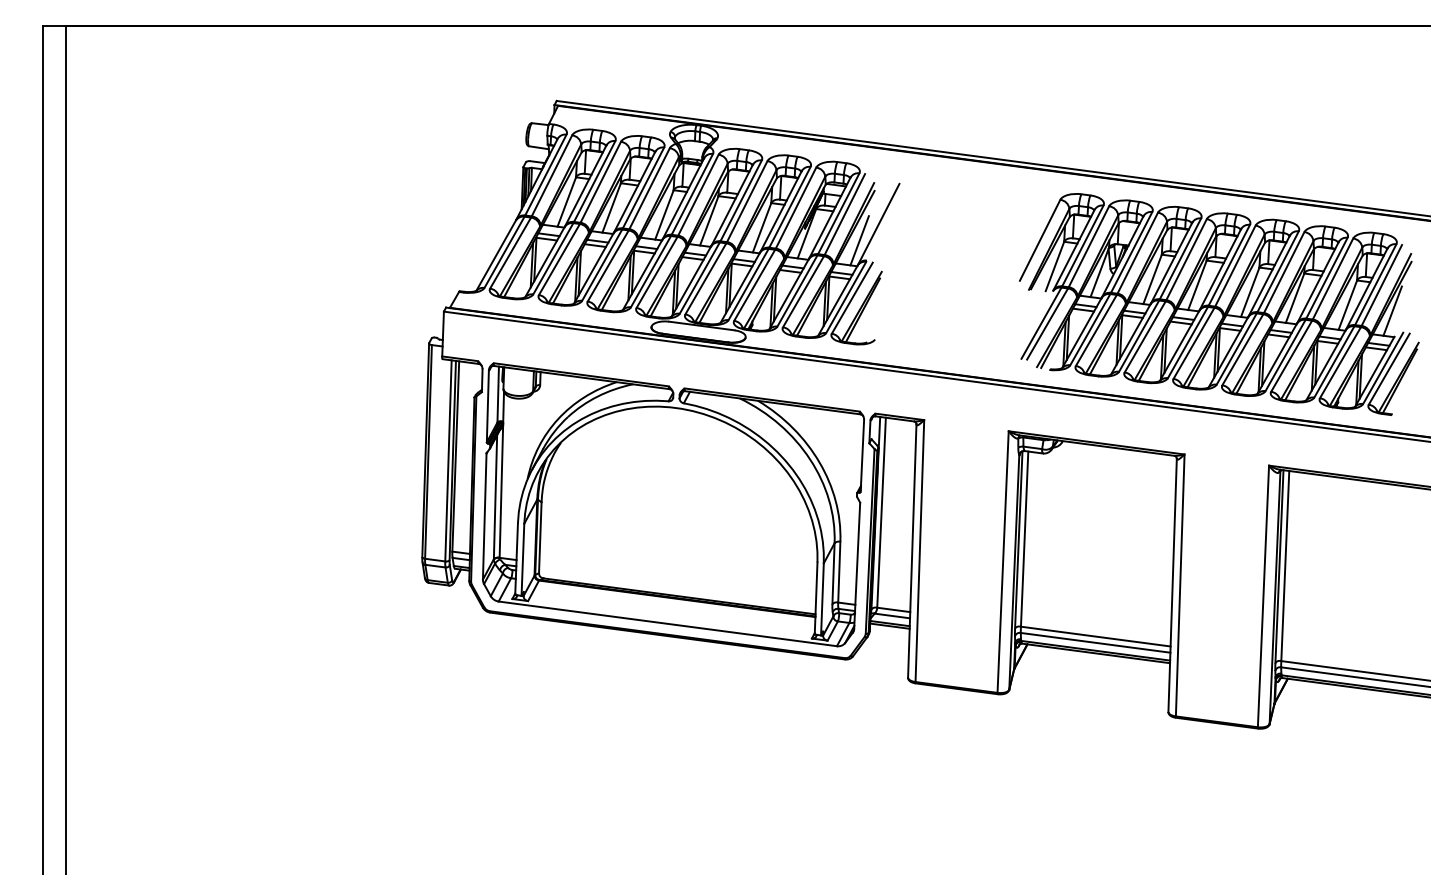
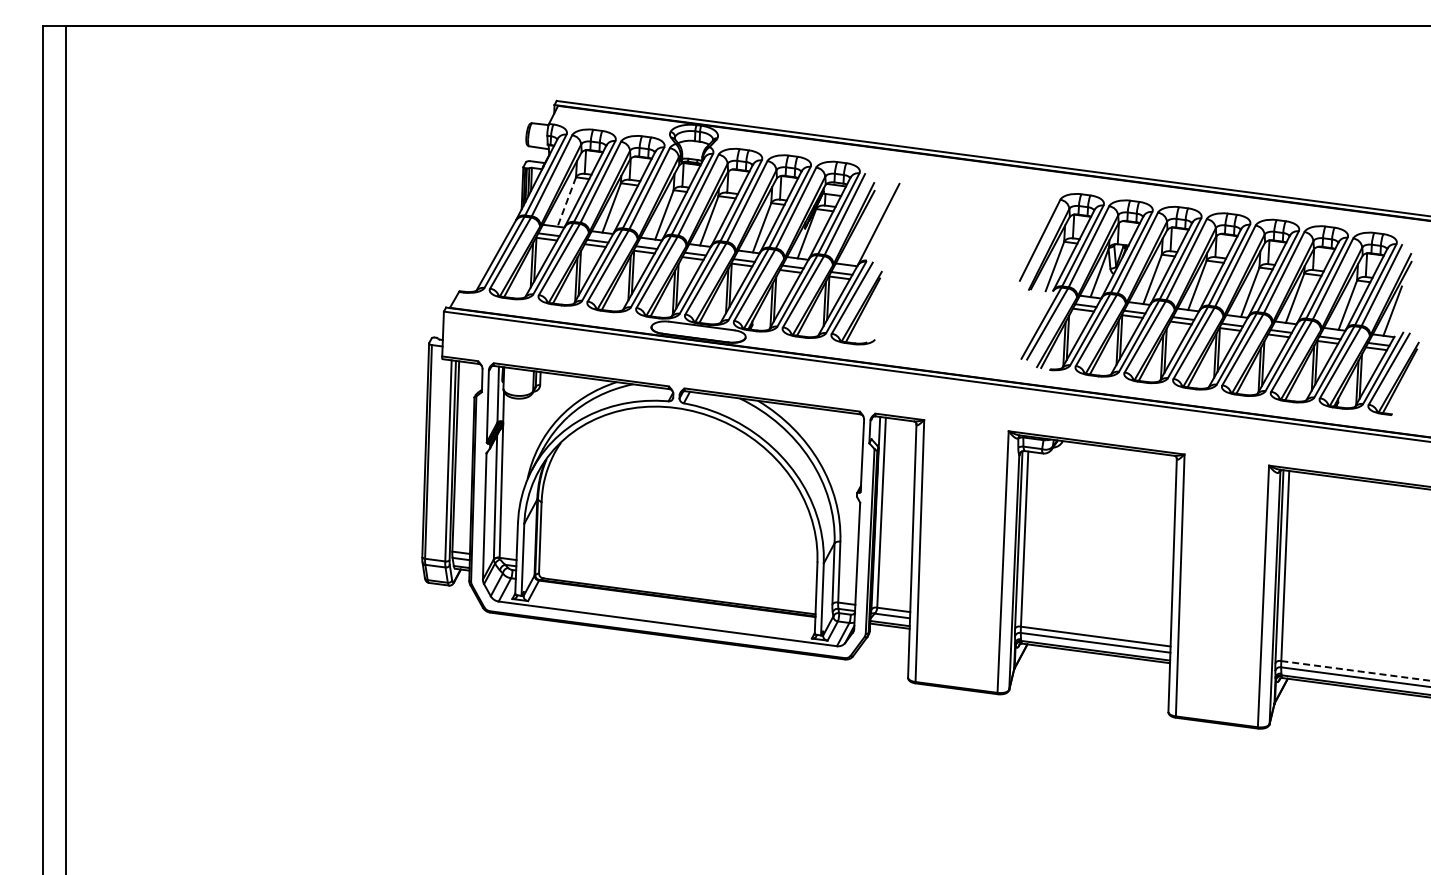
line at (566, 202): solid -> dashed
line at (859, 240): present -> none
line at (1356, 671): solid -> dashed
